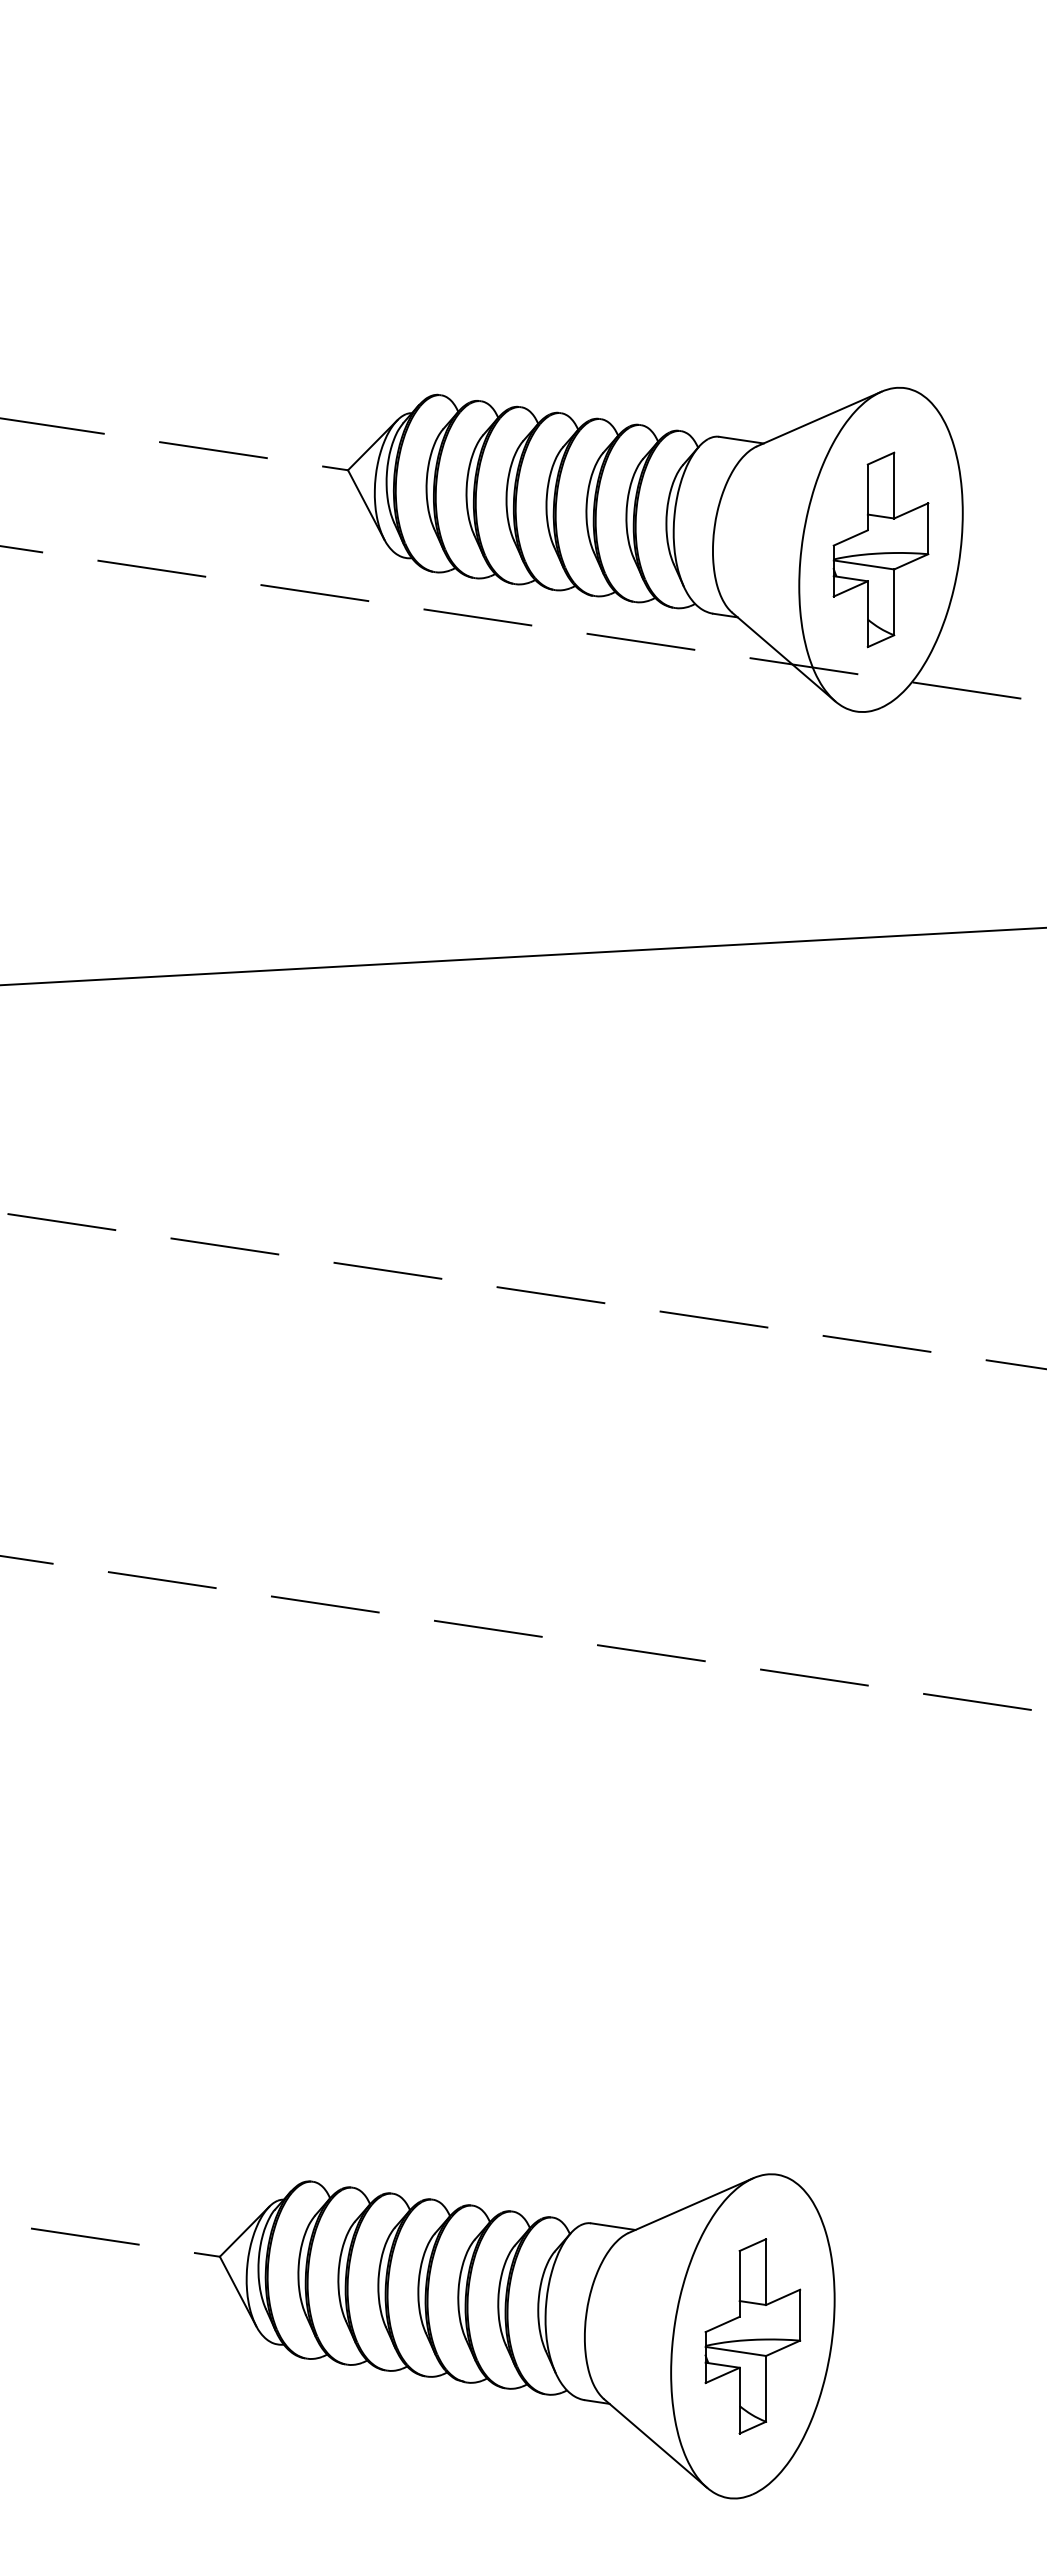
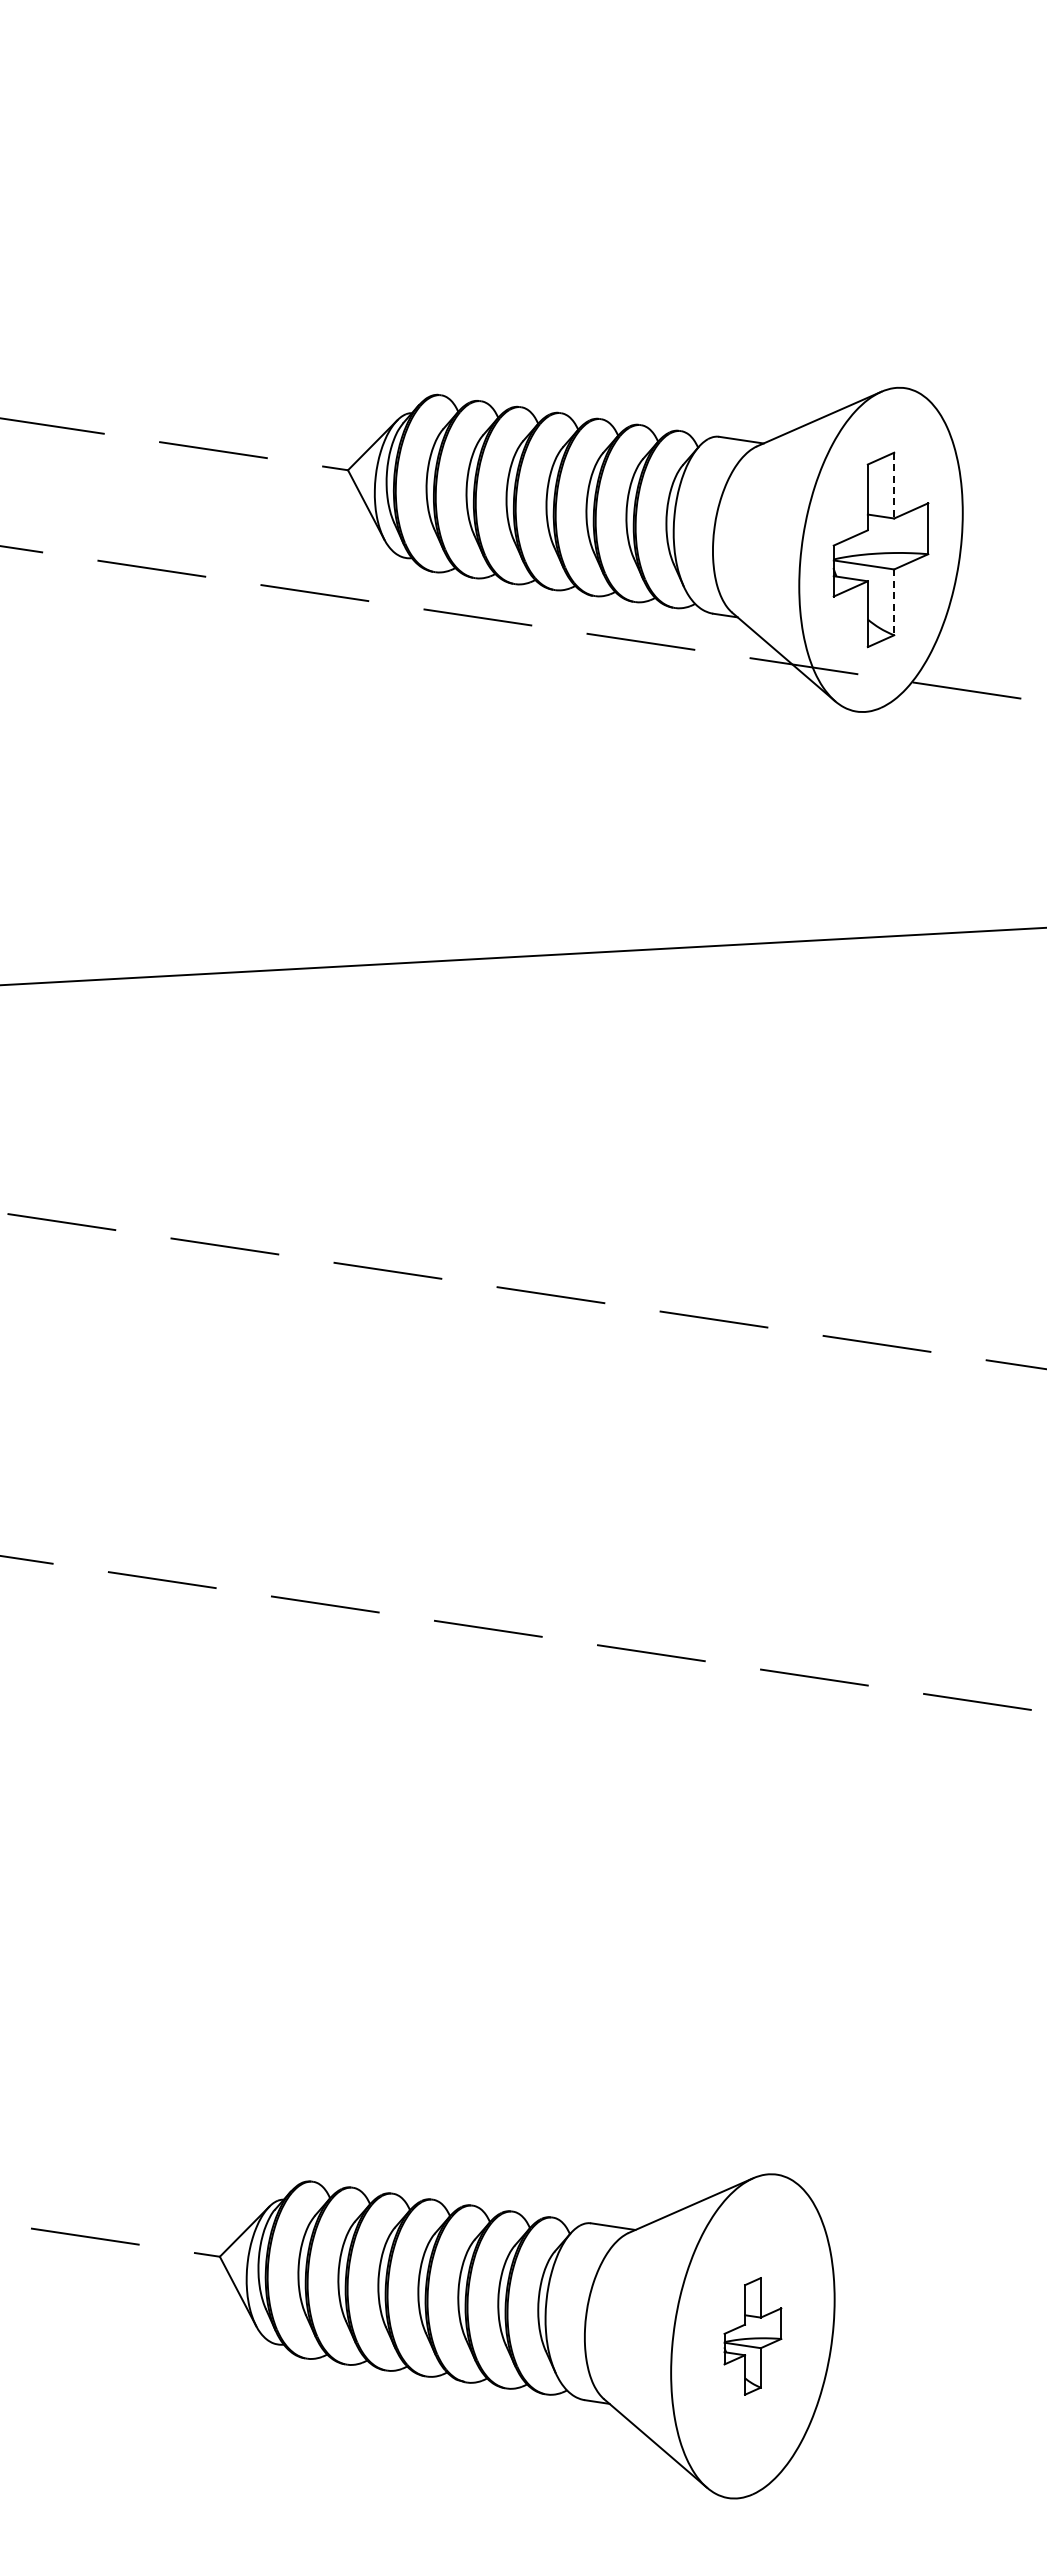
line at (894, 485): solid -> dashed
line at (894, 602): solid -> dashed
part at (752, 2336) size: 98x197 px -> 60x119 px
